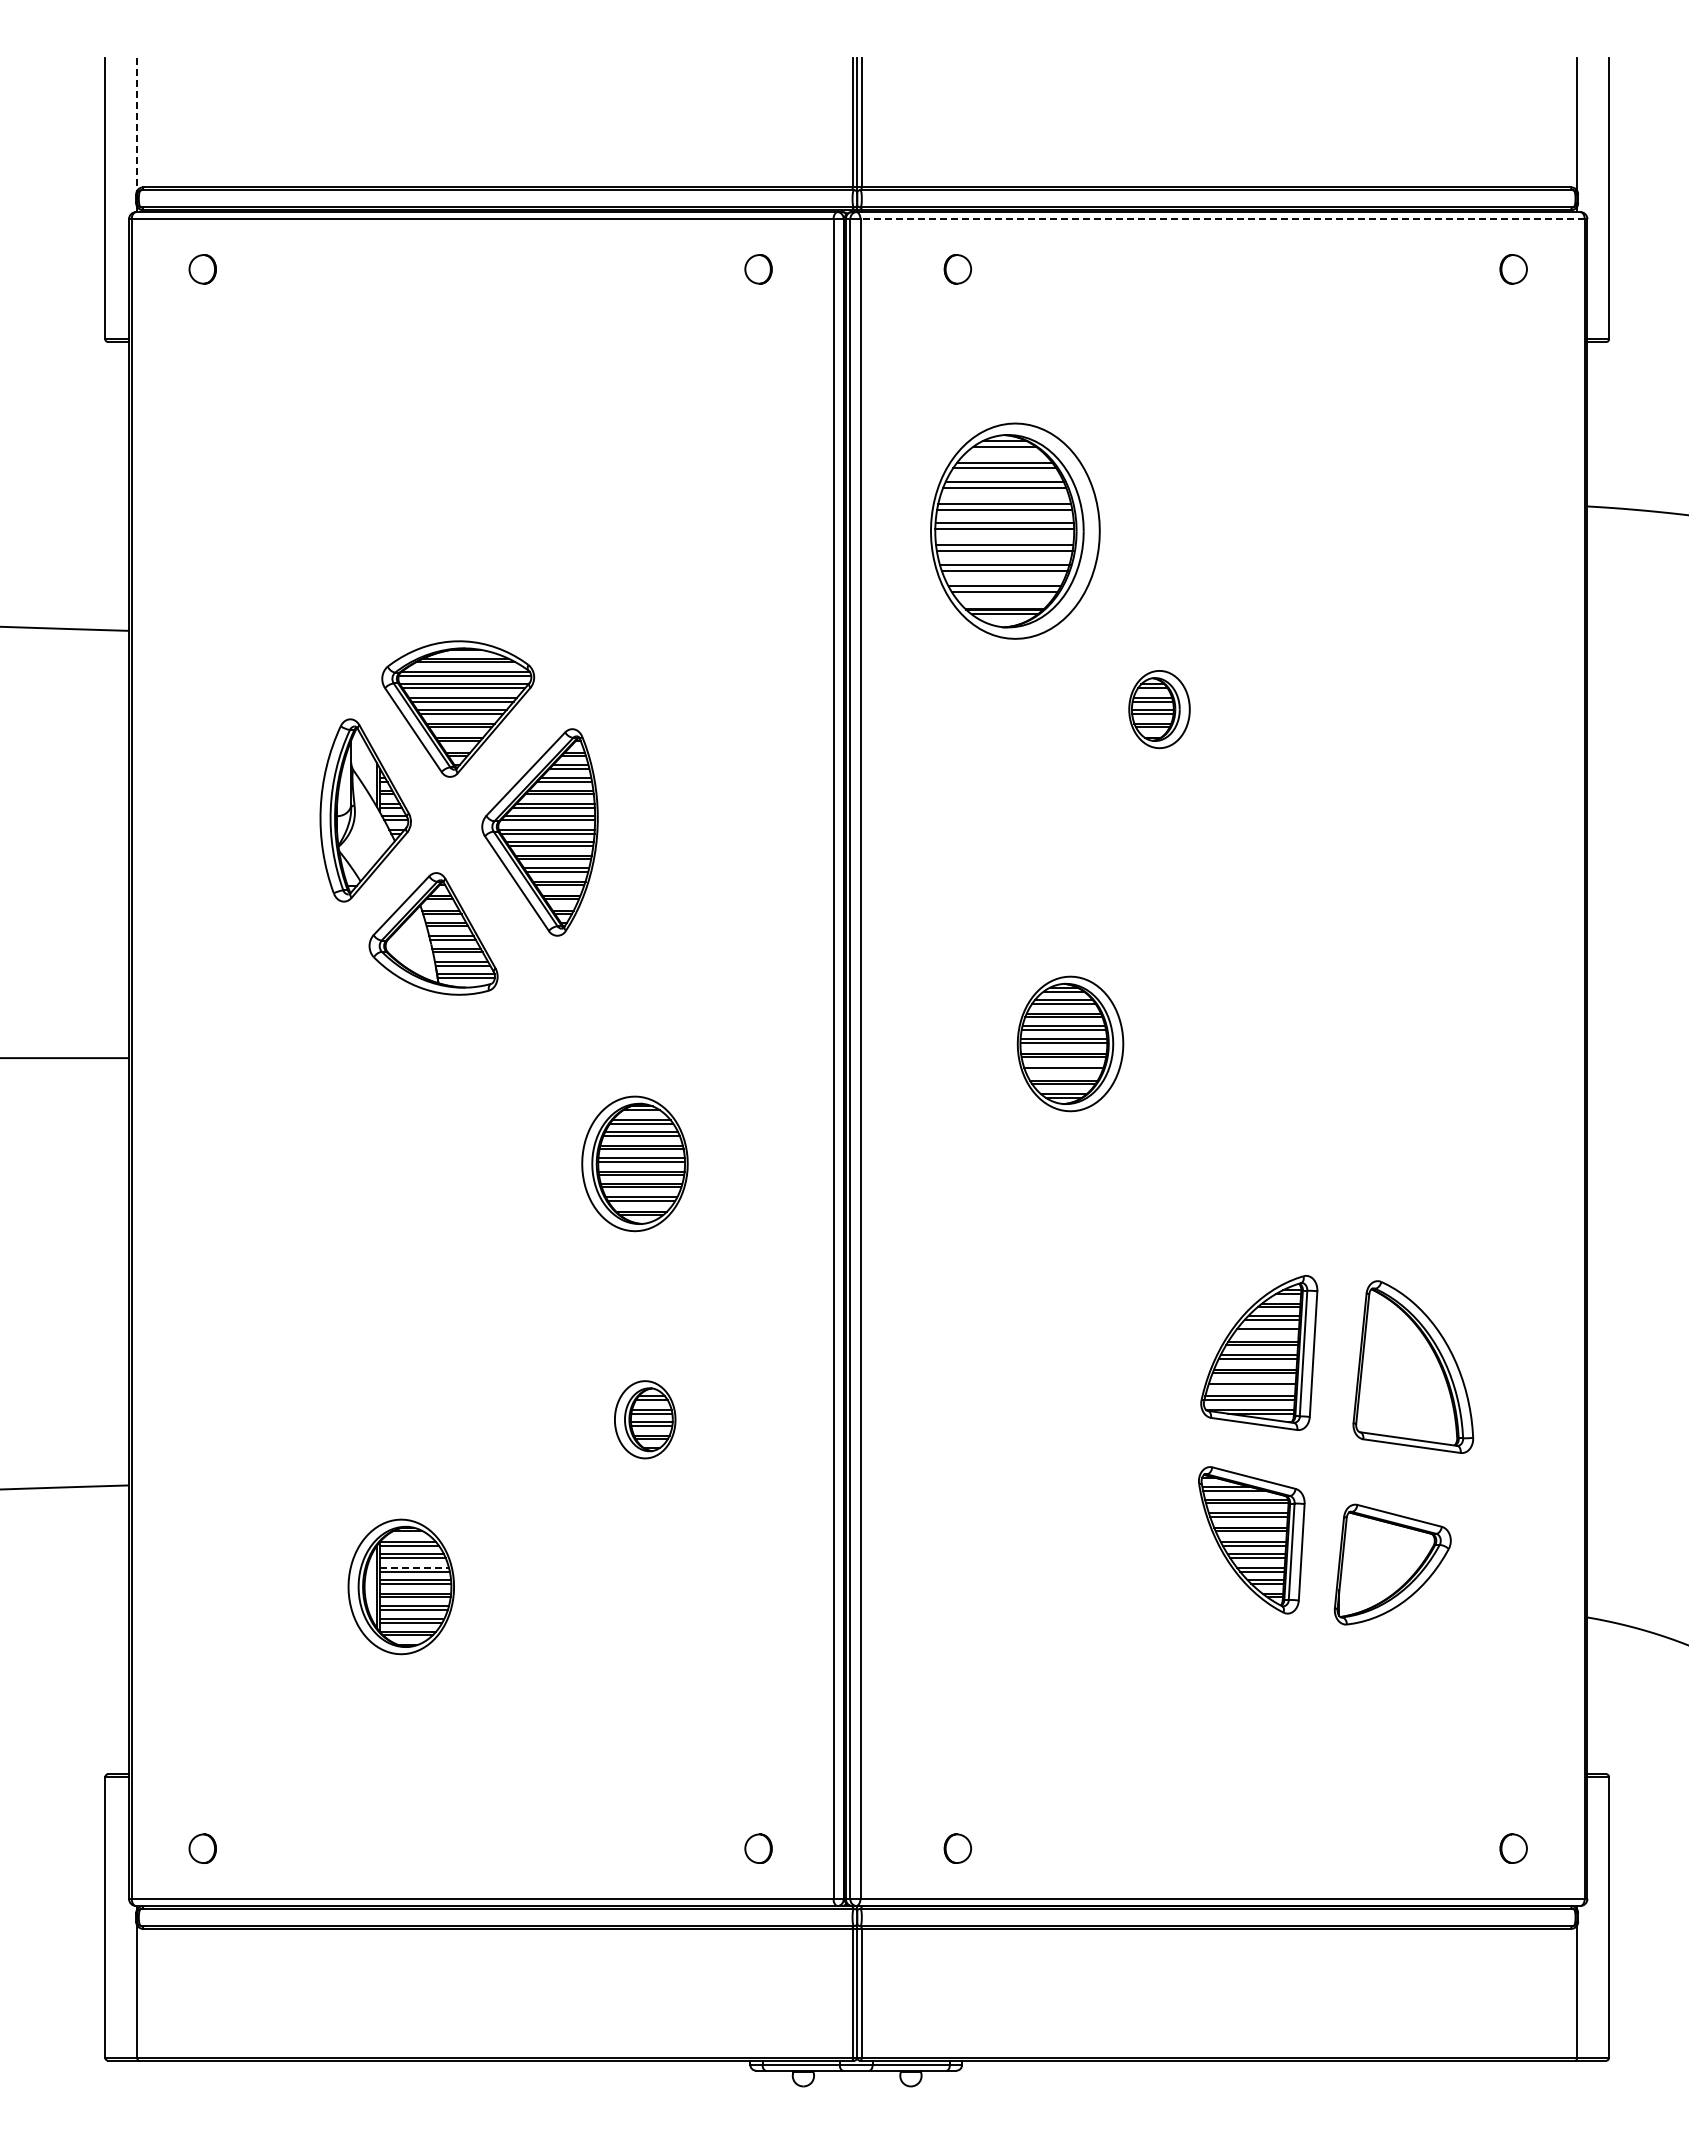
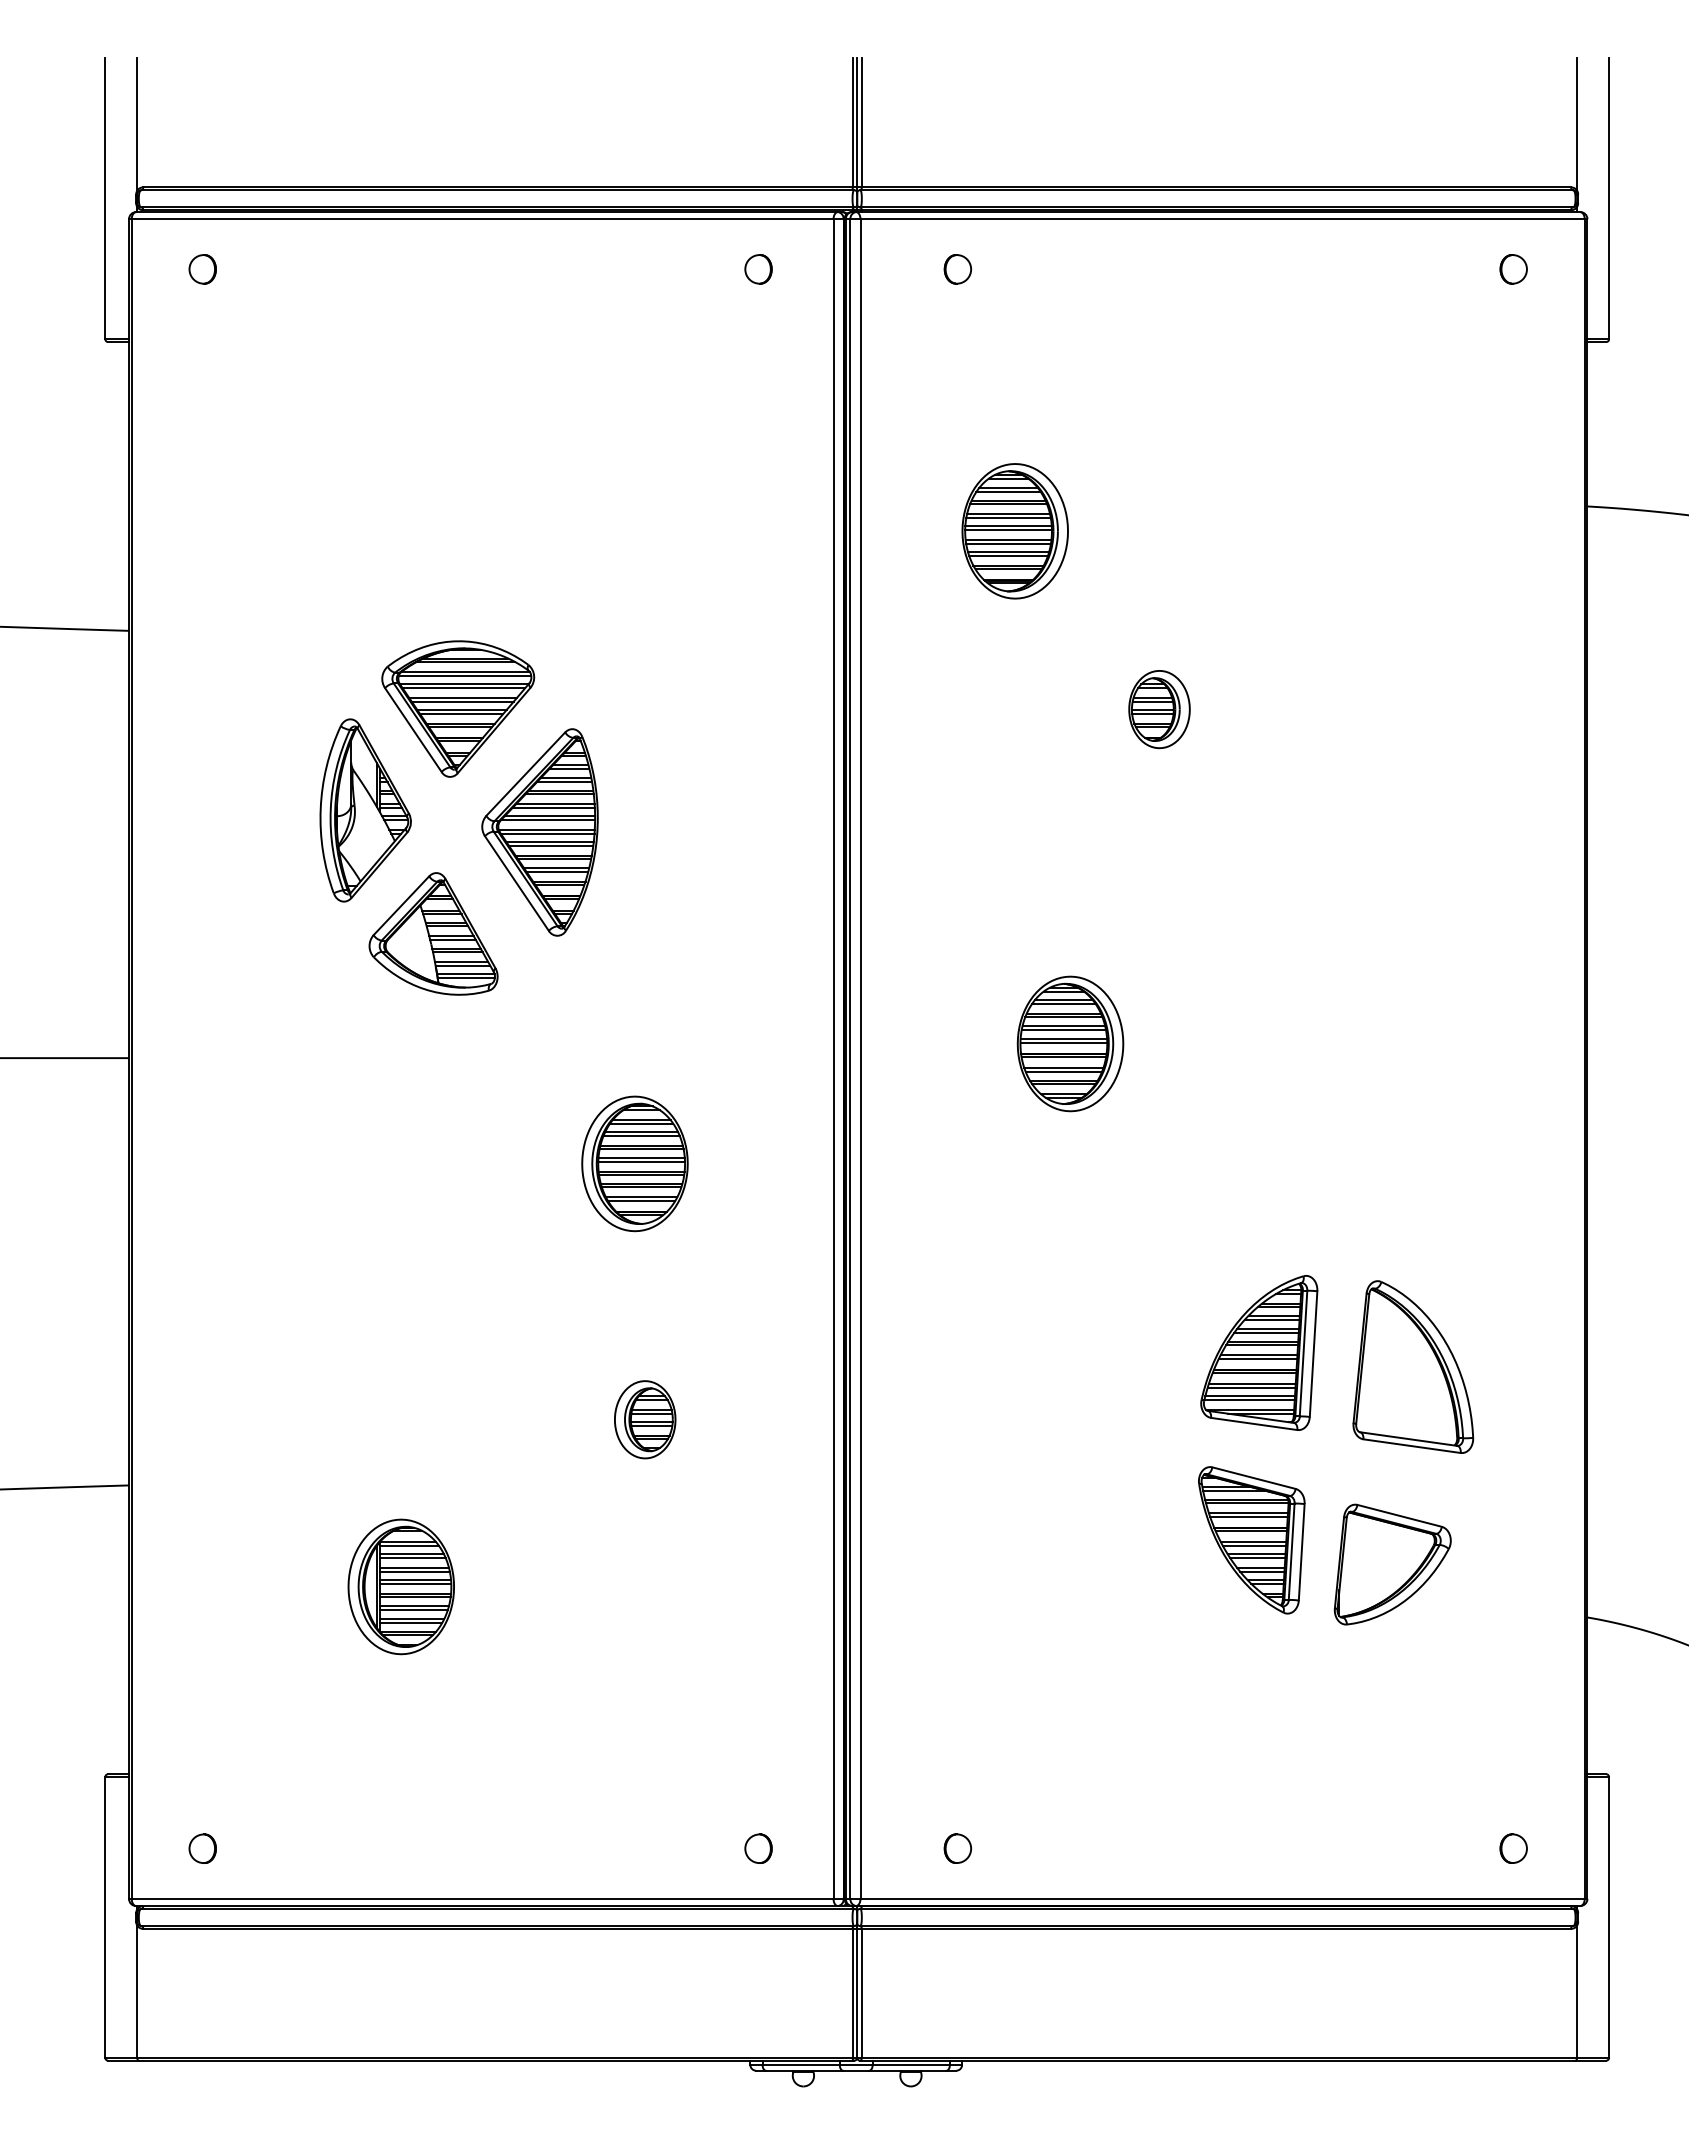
line at (137, 125): dashed -> solid
line at (1222, 219): dashed -> solid
part at (1015, 530) size: 171x218 px -> 108x137 px
line at (1063, 1072): none -> present
line at (1266, 1333): none -> present
line at (1251, 1387): none -> present
line at (414, 1567): dashed -> solid
